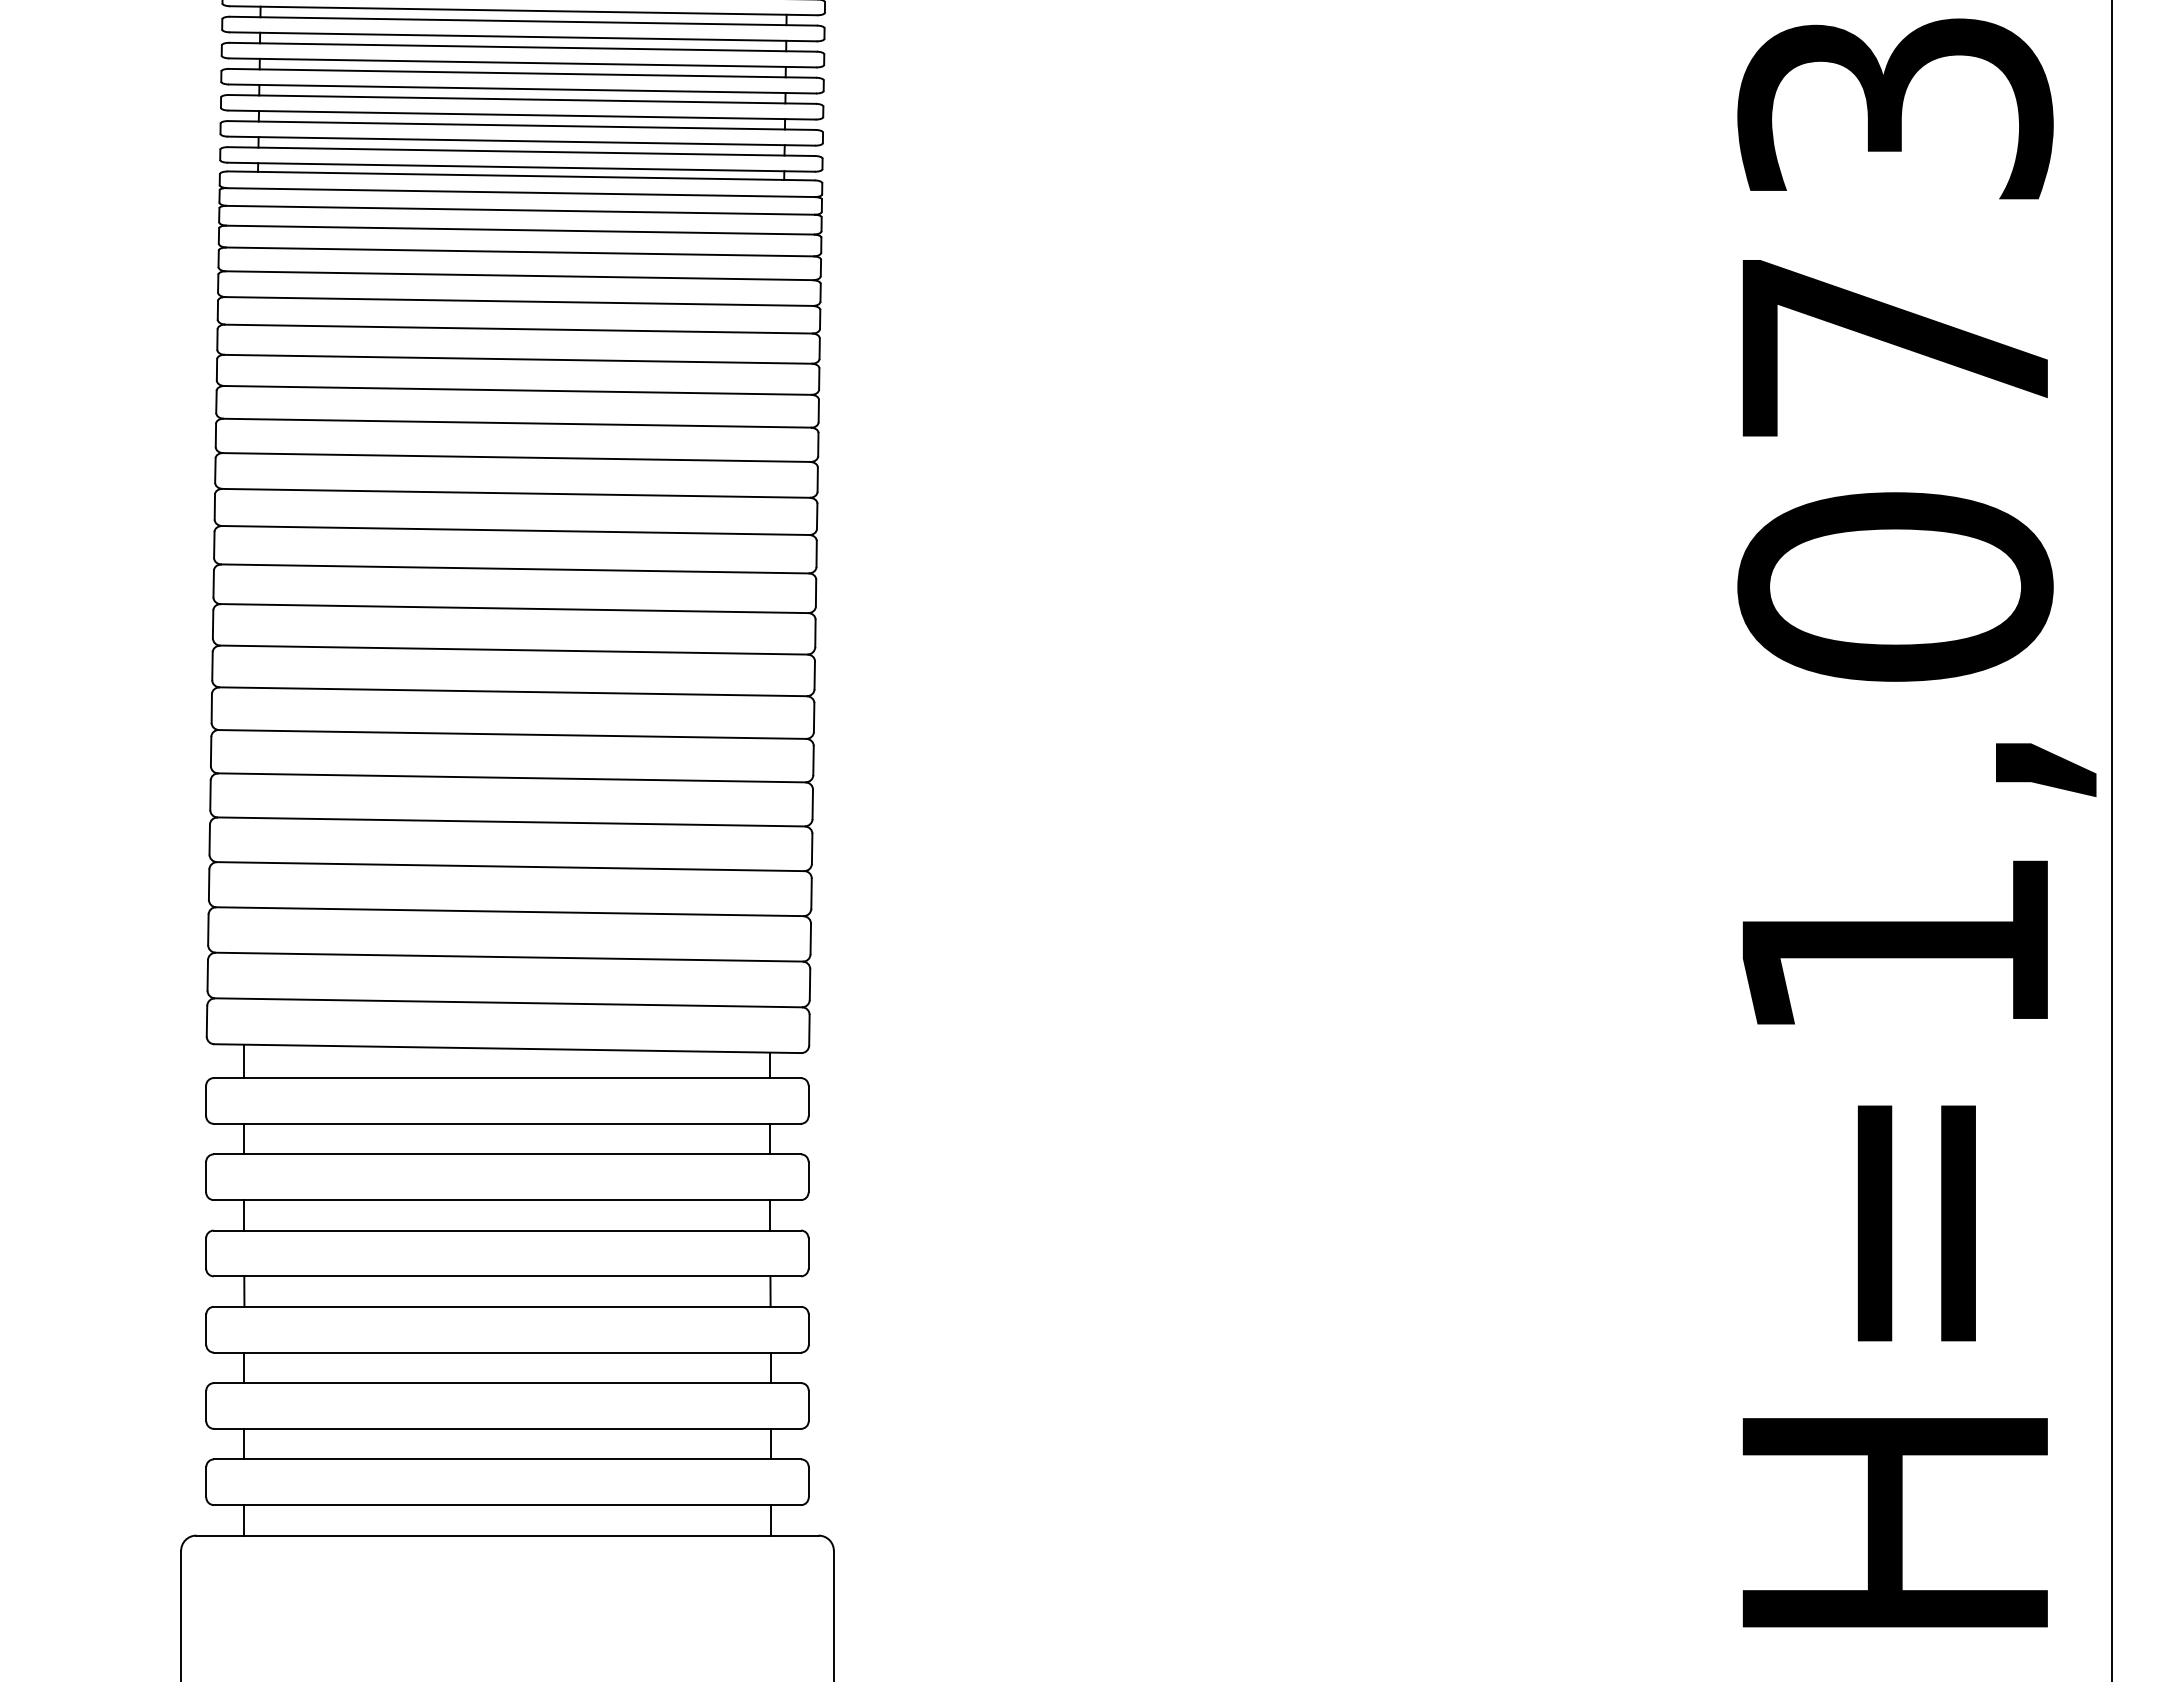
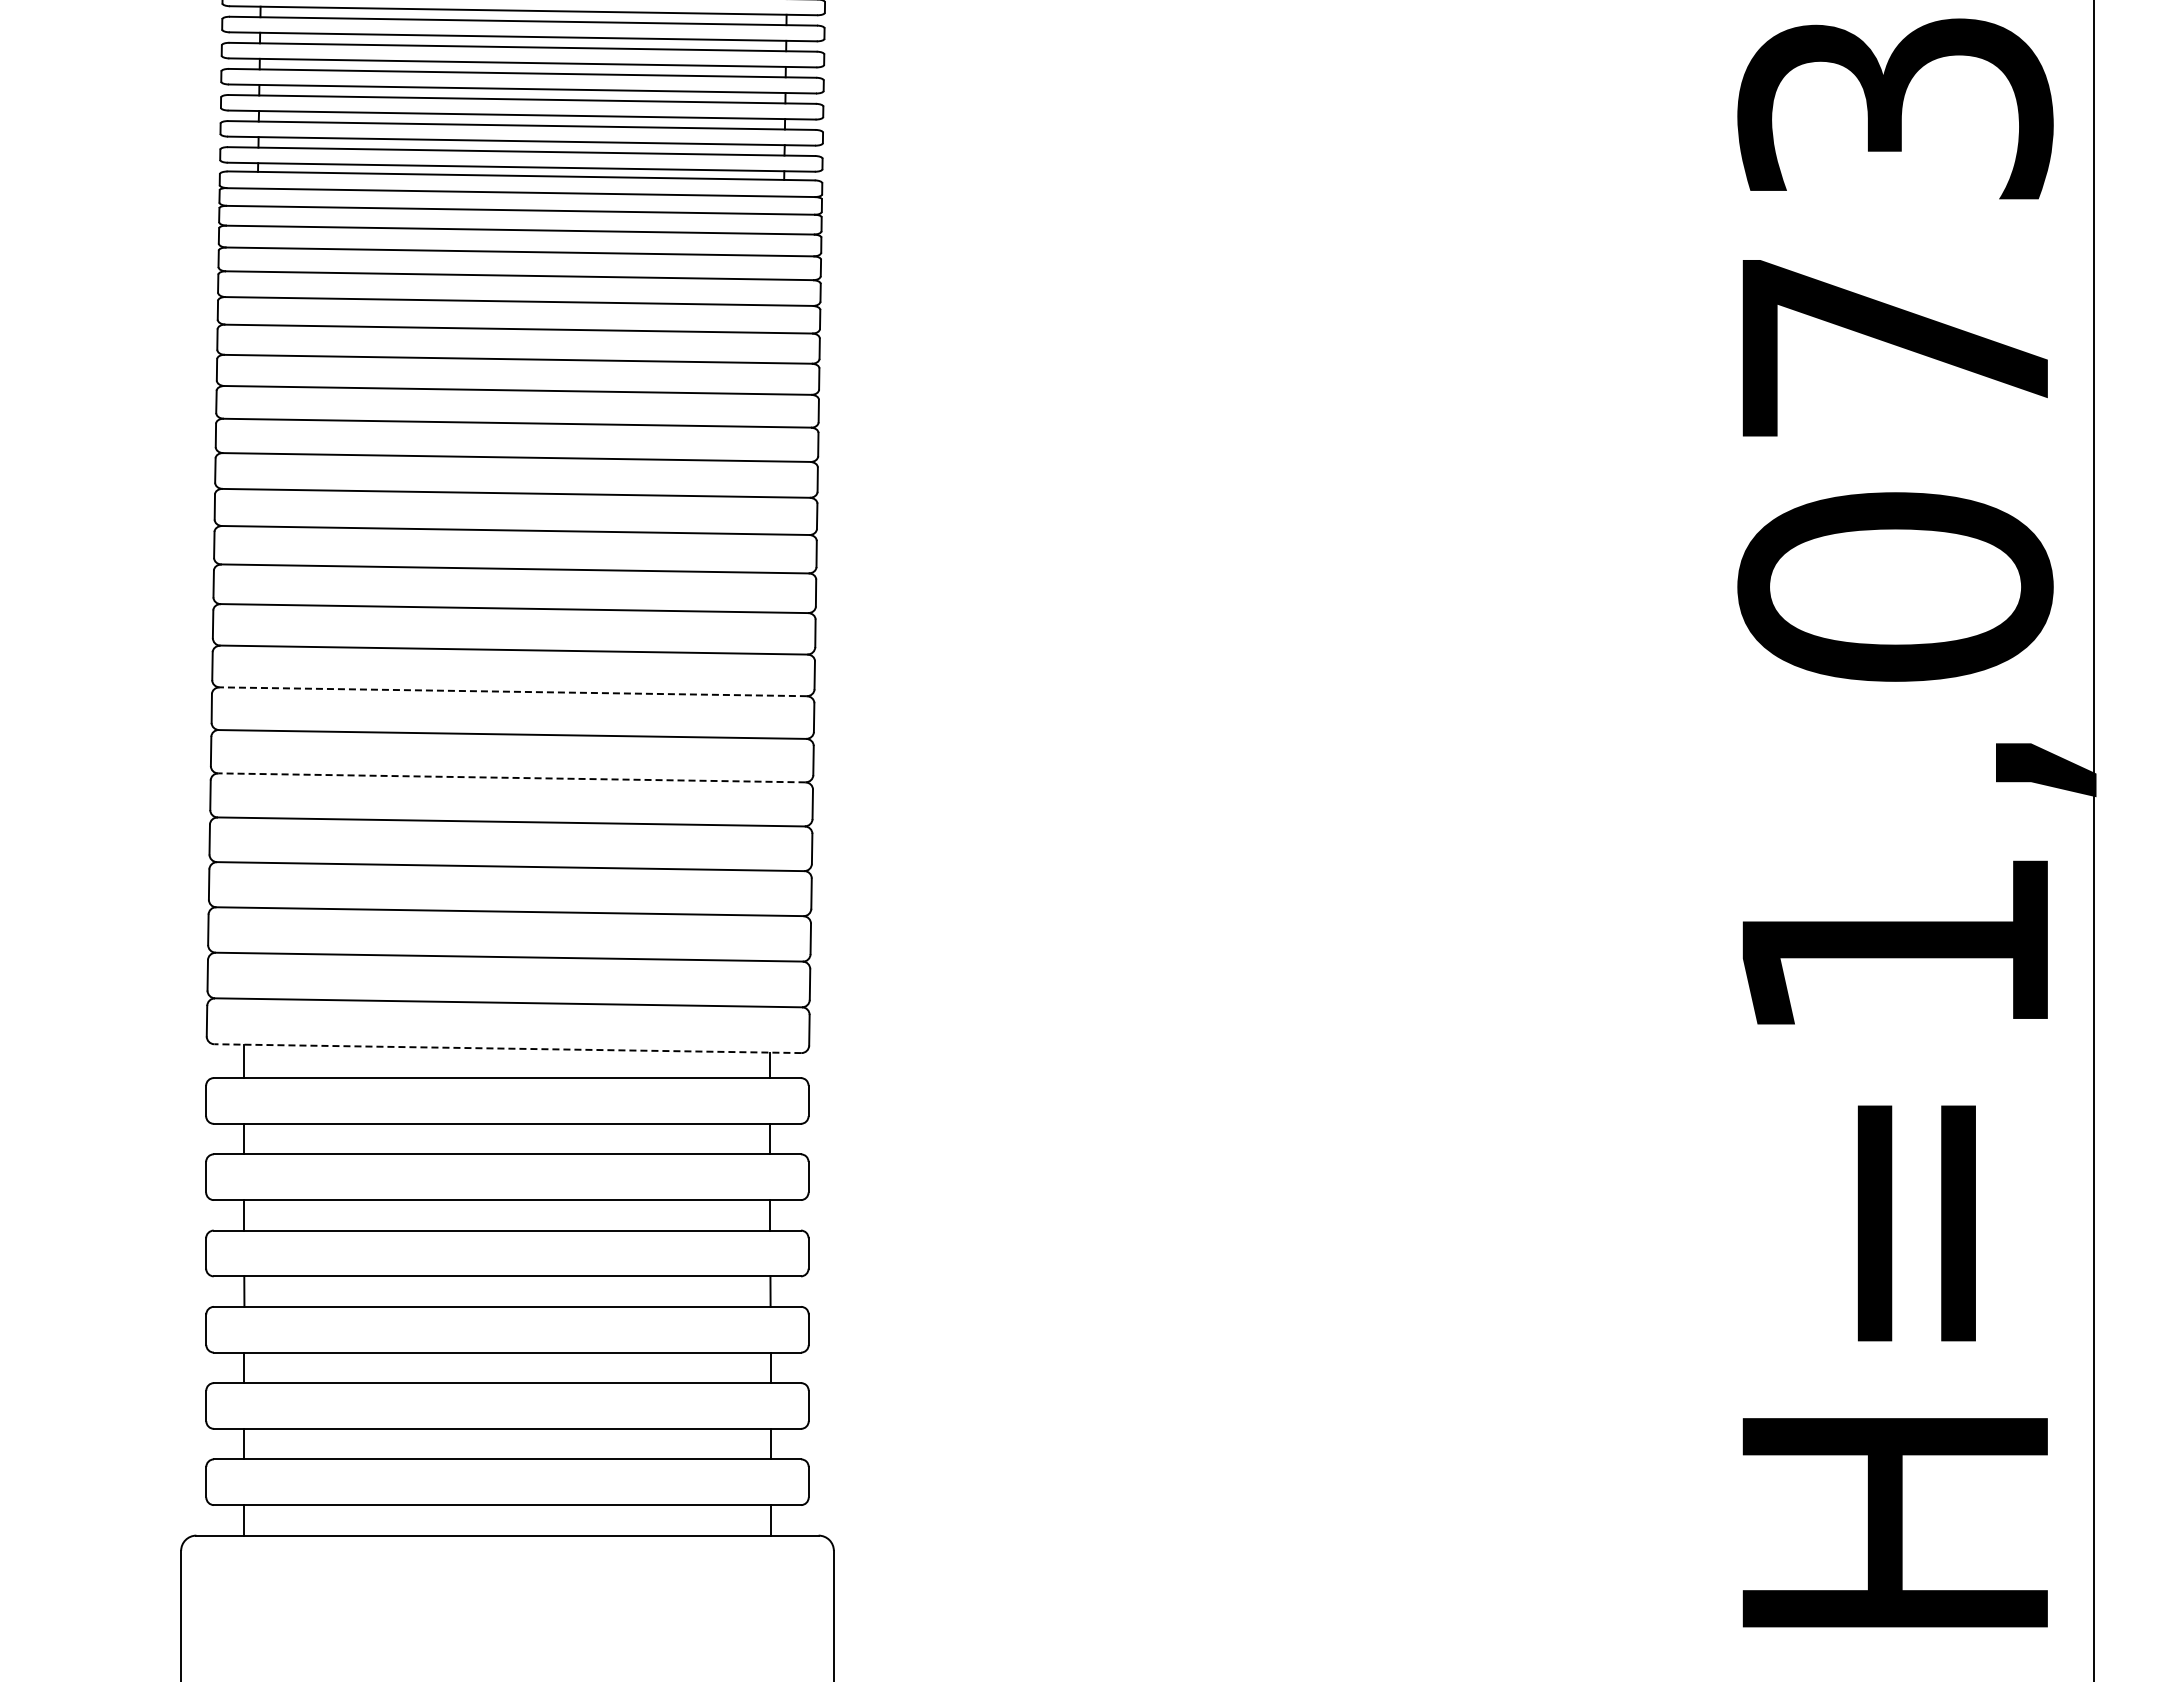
line at (513, 691): solid -> dashed
line at (512, 777): solid -> dashed
line at (2112, 840) position: (2112, 840) -> (2094, 840)
line at (507, 1048): solid -> dashed
